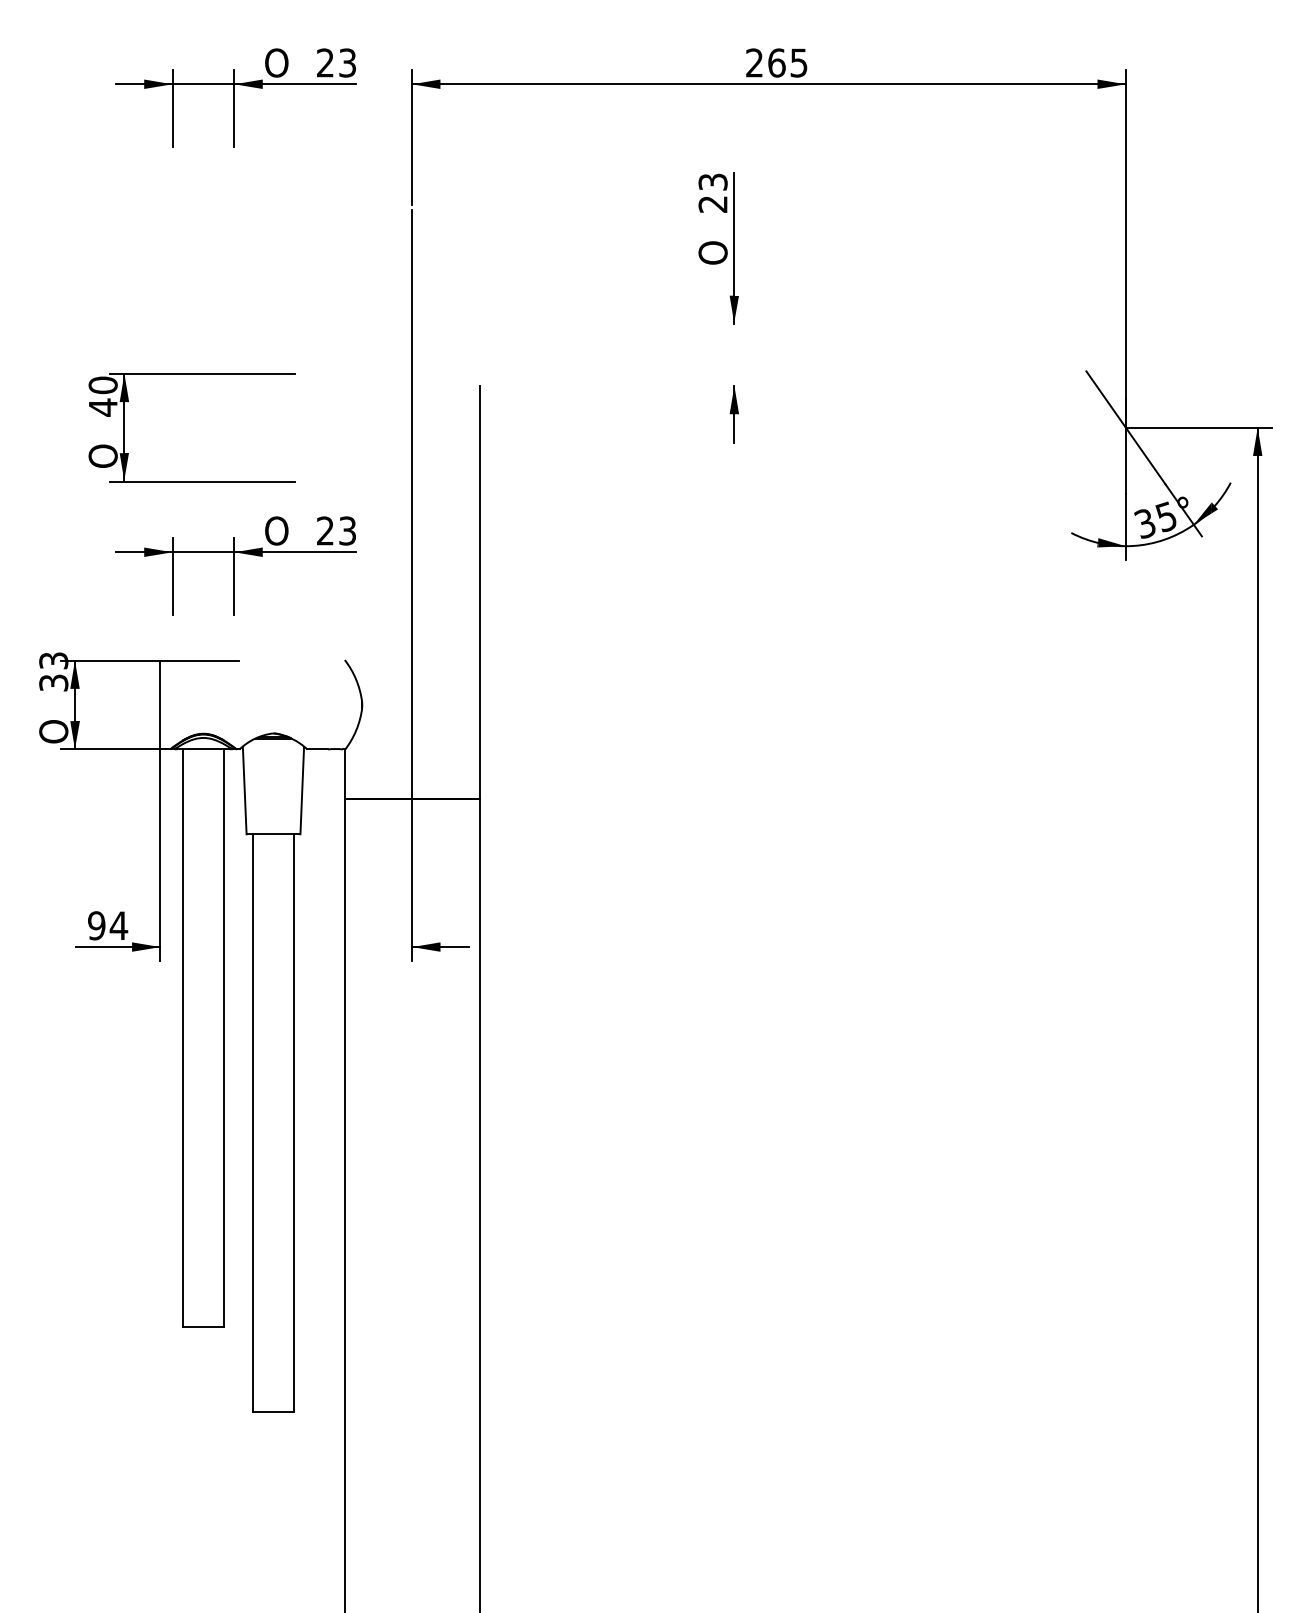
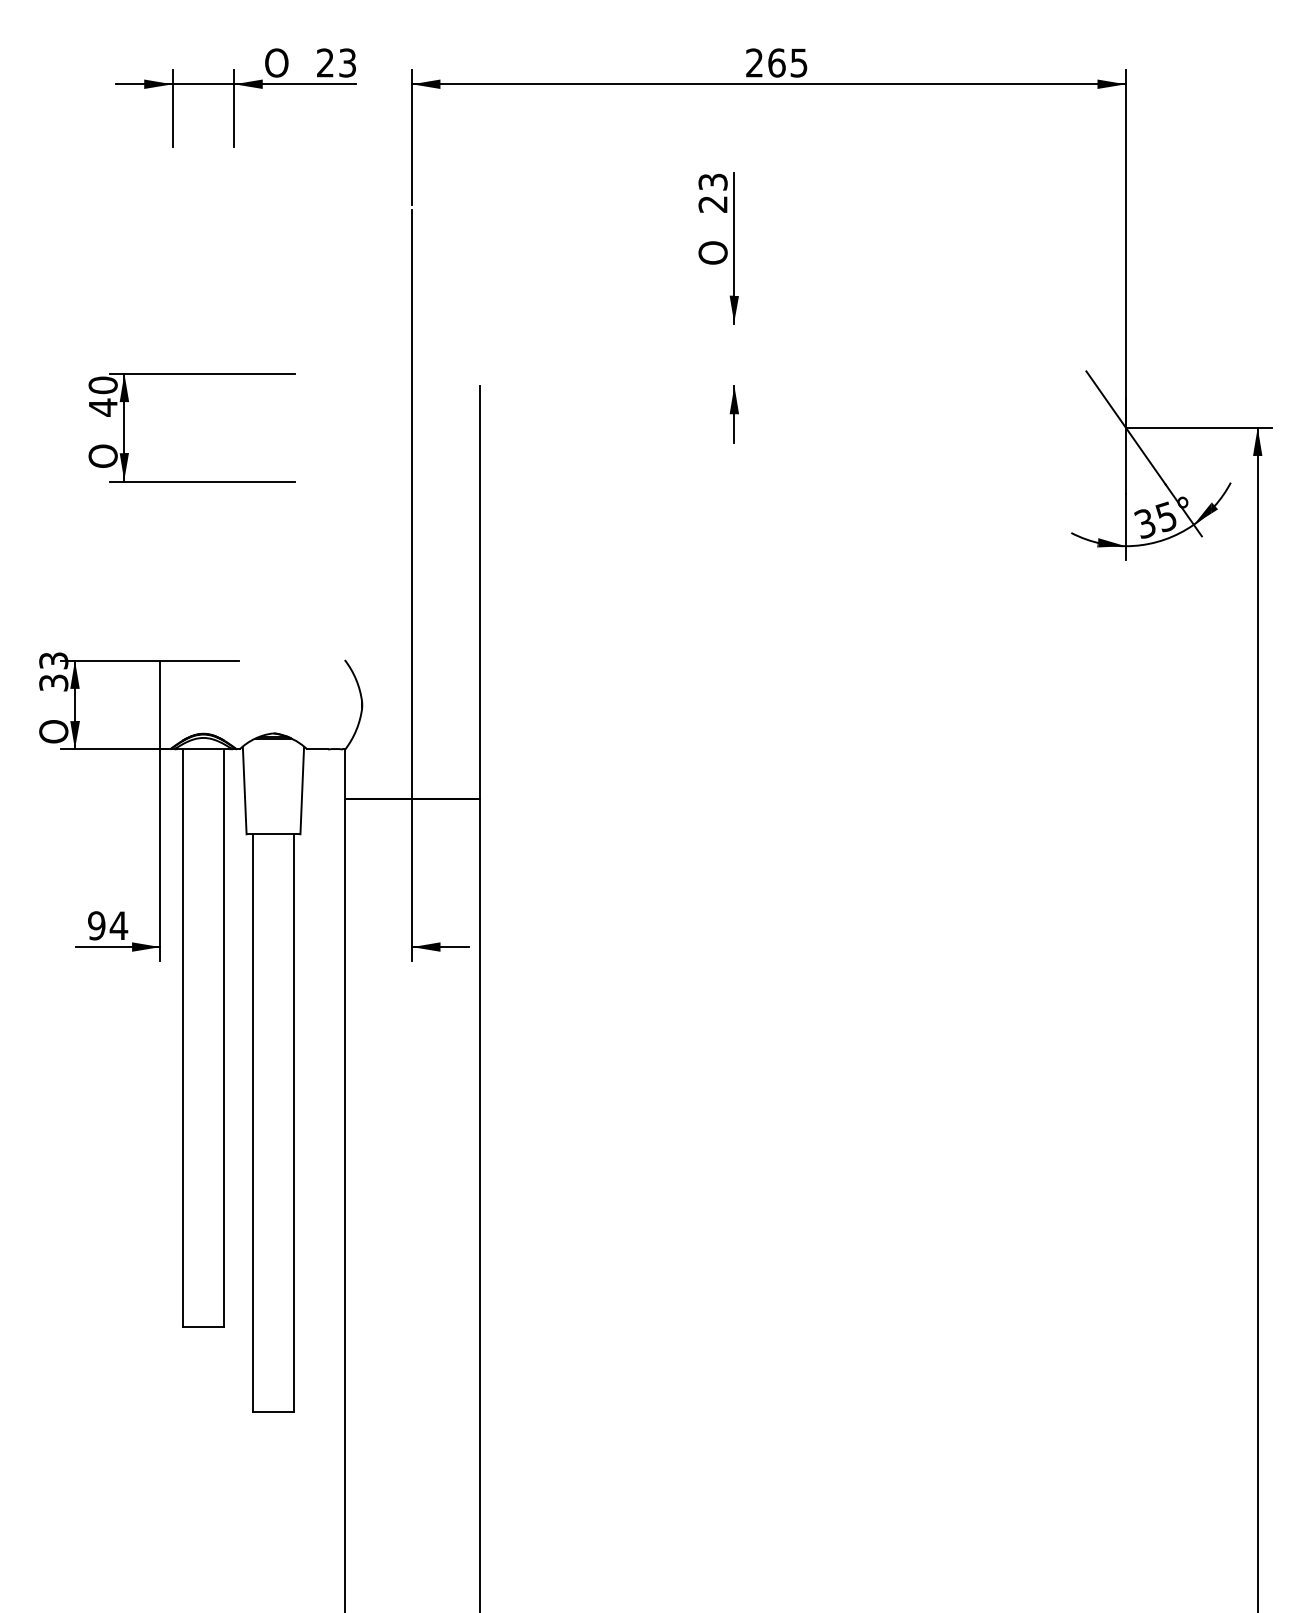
part at (235, 565): present -> none
